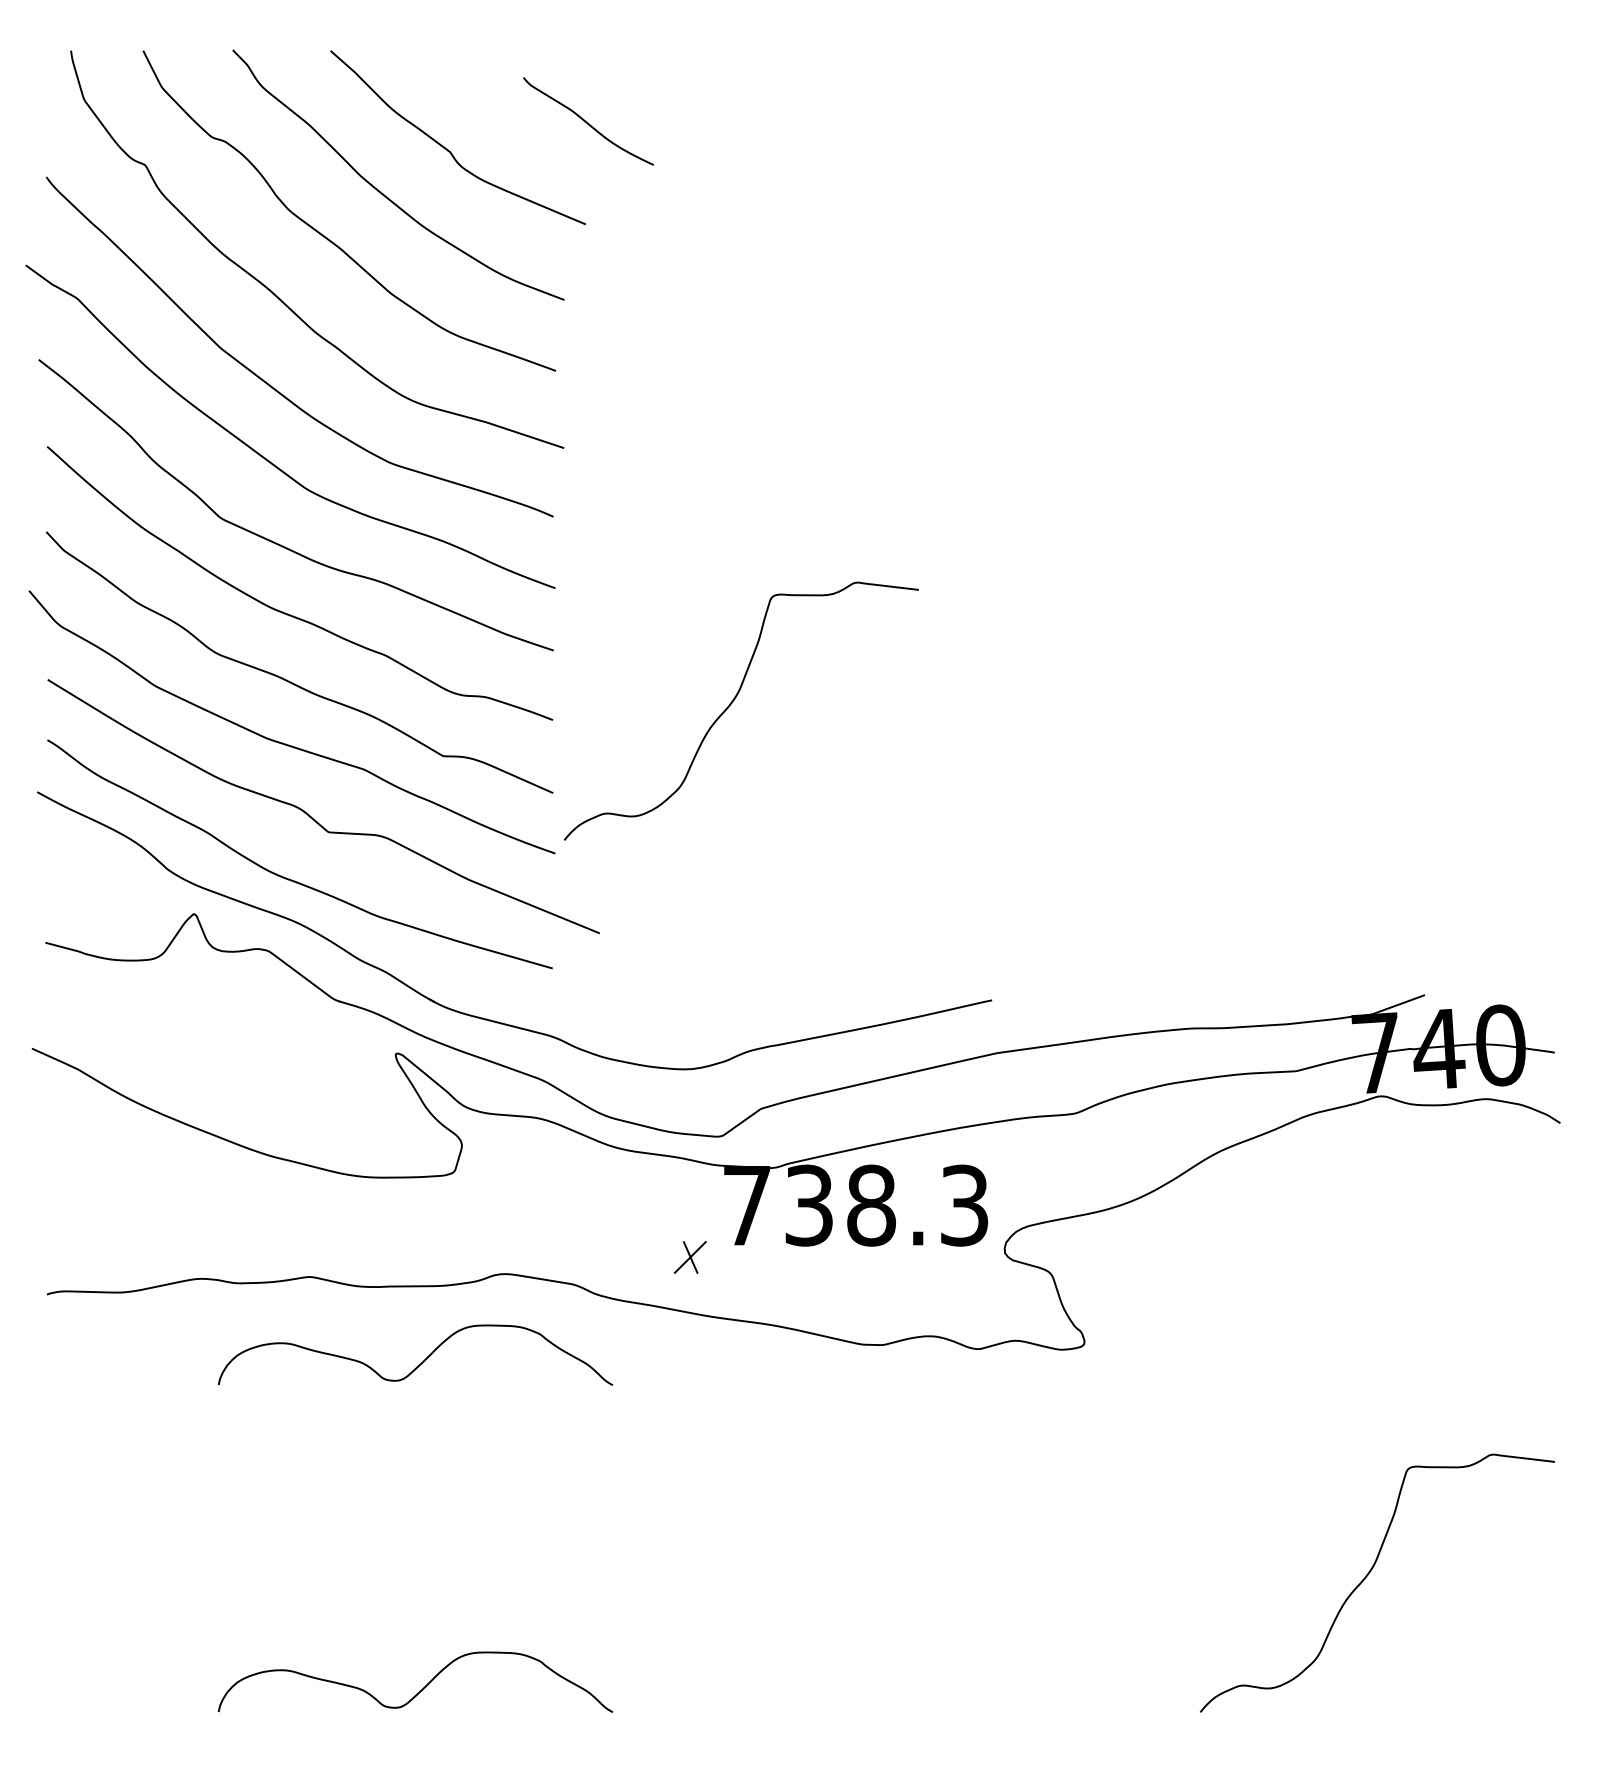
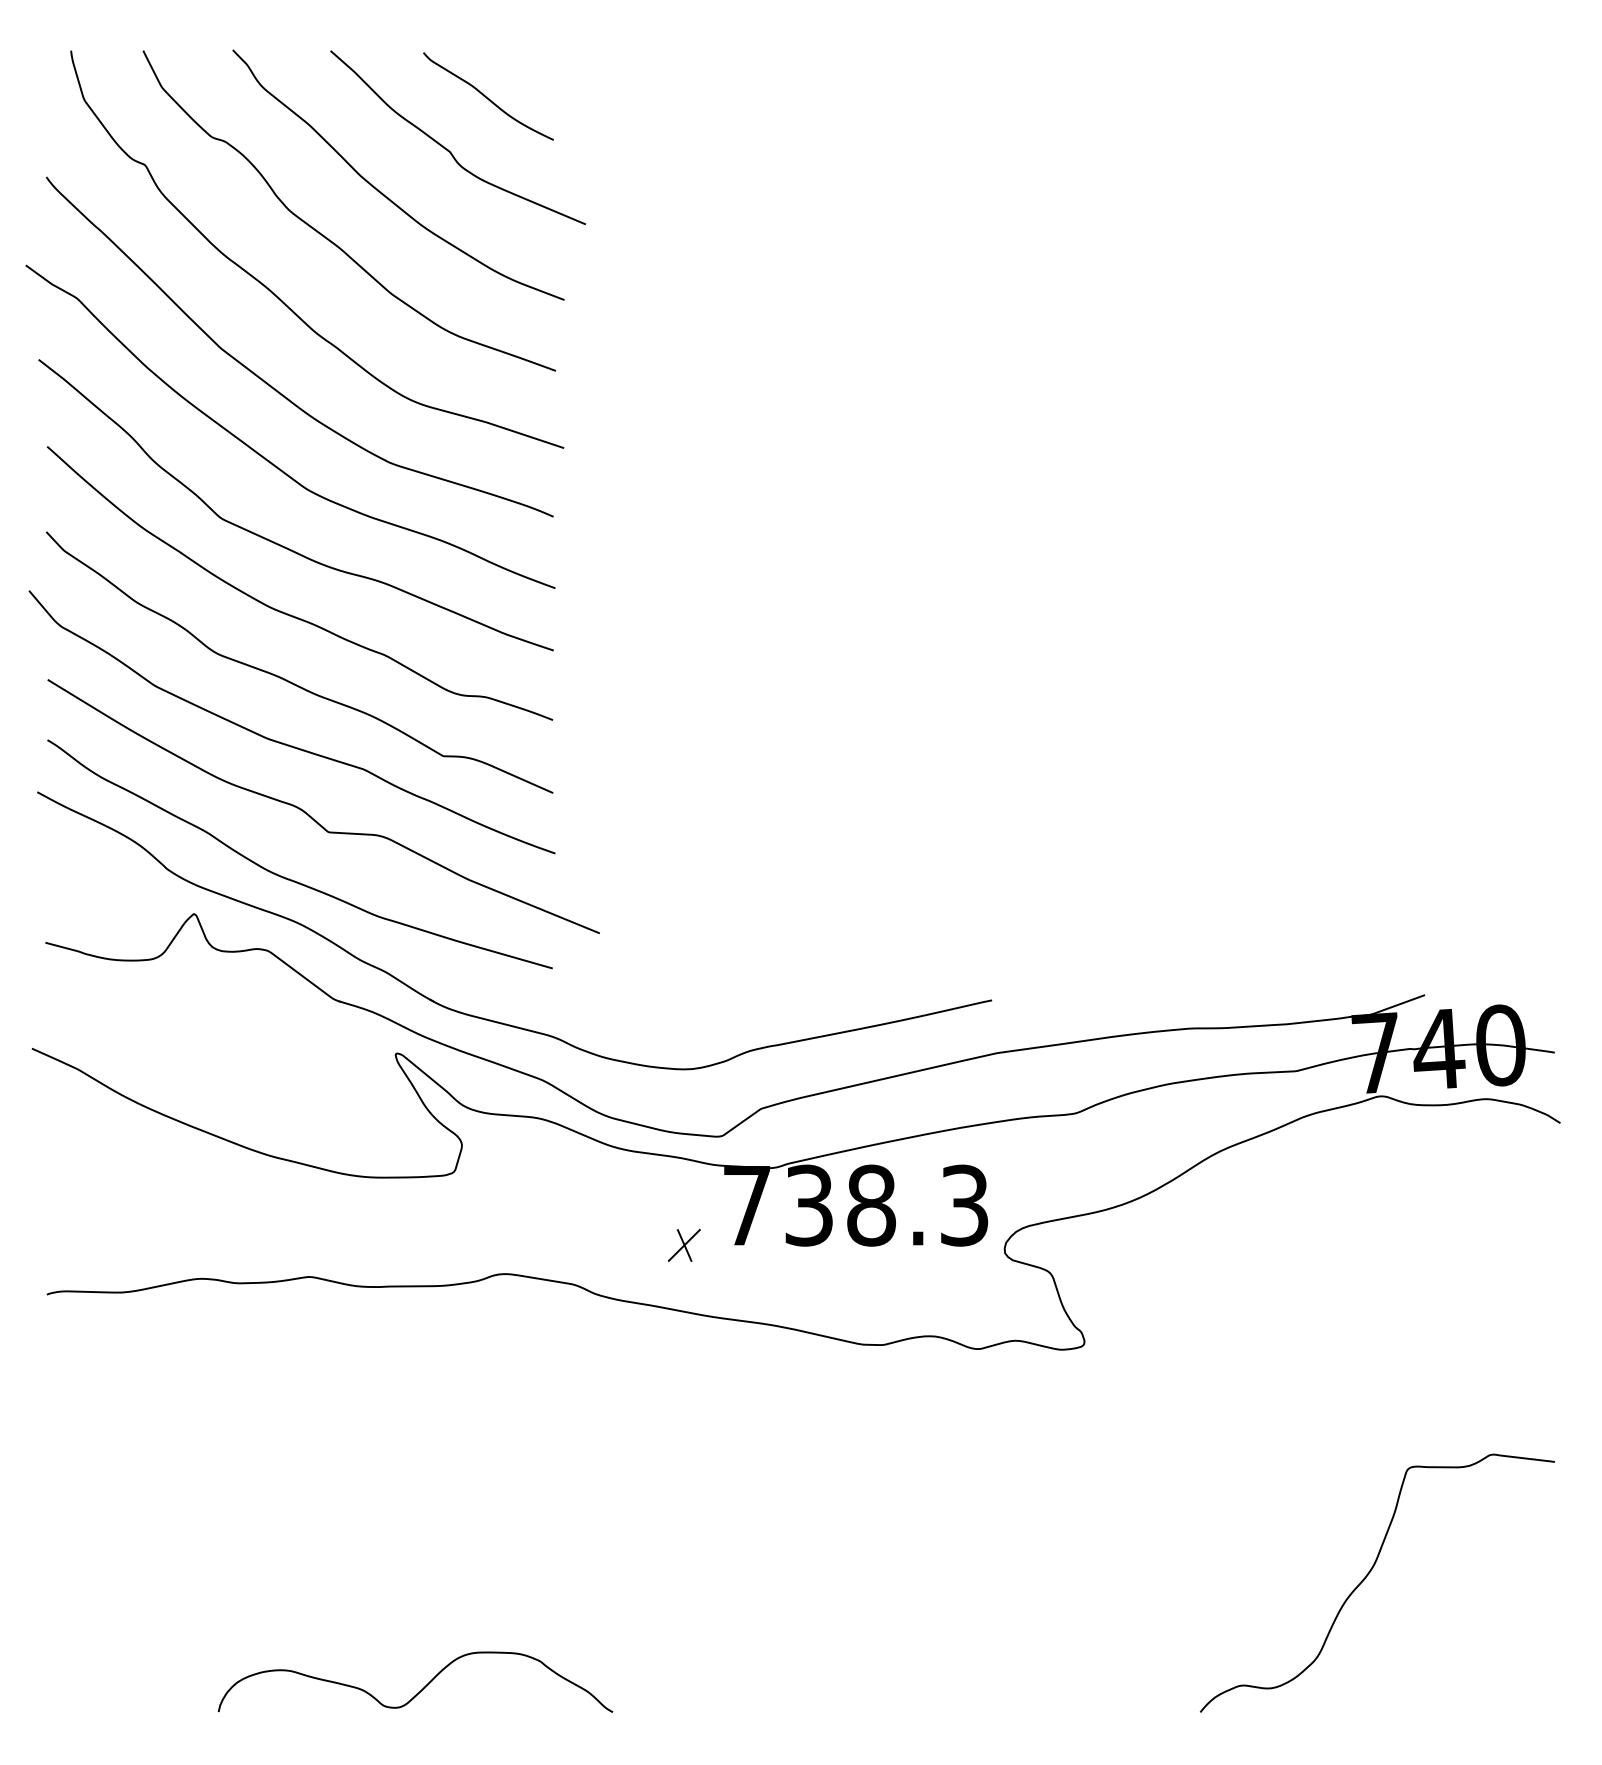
curve at (588, 122) position: (588, 122) -> (488, 97)
curve at (732, 703): present -> none
part at (689, 1257) position: (689, 1257) -> (683, 1245)
curve at (422, 1361): present -> none
